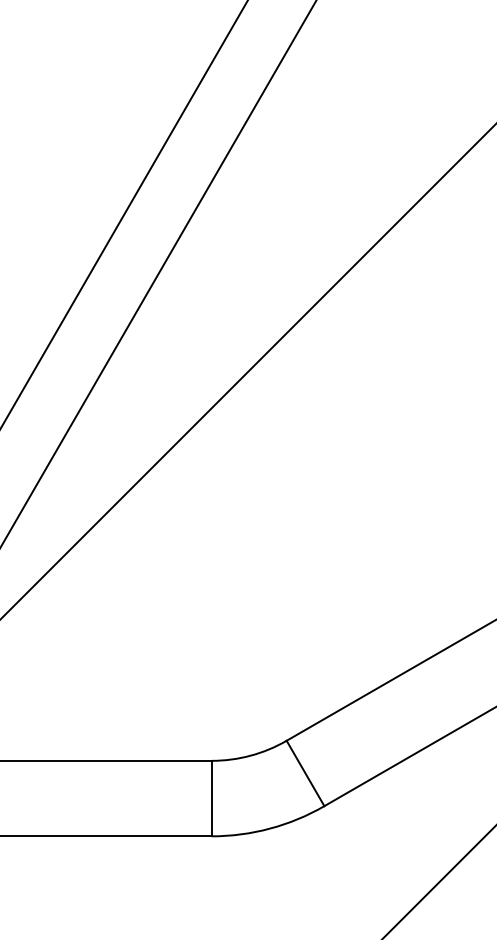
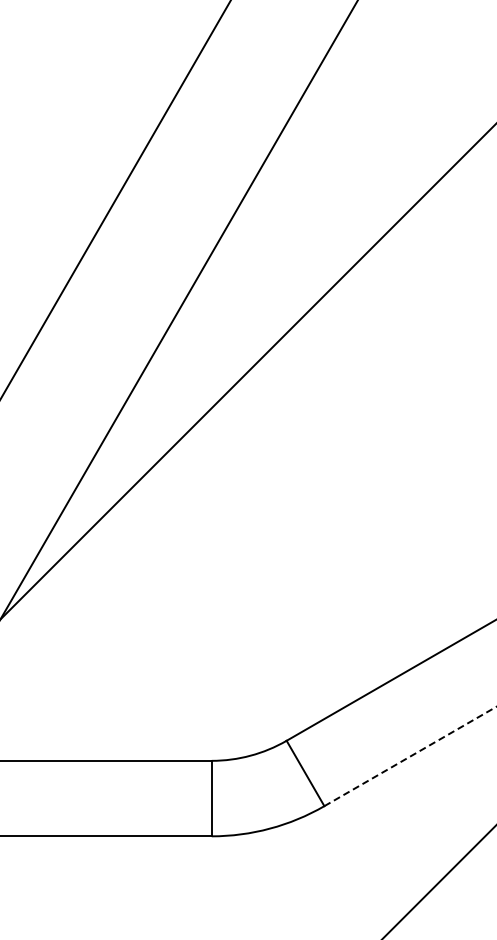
line at (124, 214) position: (124, 214) -> (115, 199)
line at (158, 273) position: (158, 273) -> (179, 309)
line at (410, 756): solid -> dashed
